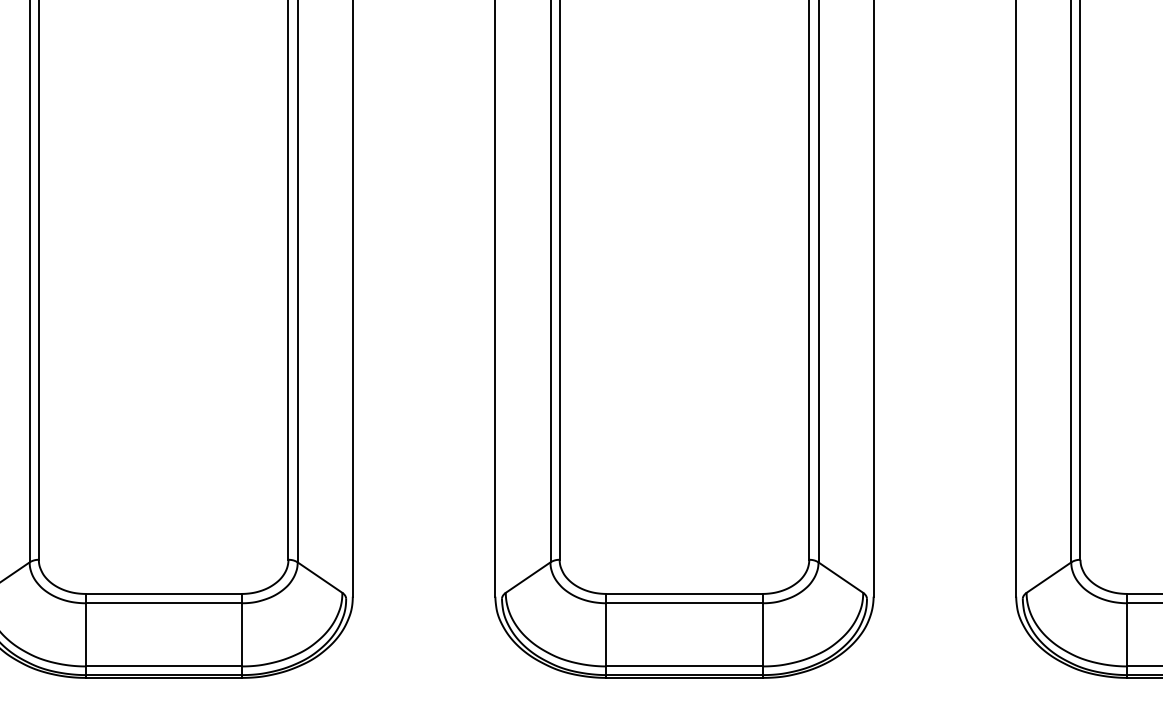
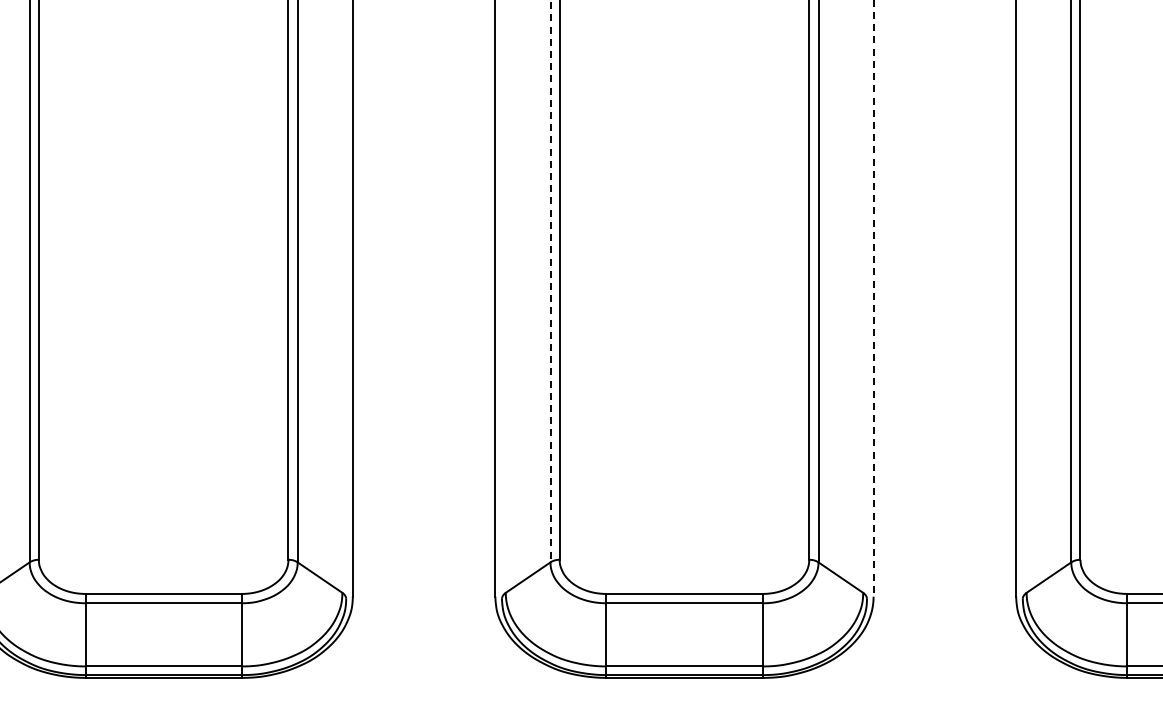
line at (550, 281): solid -> dashed
line at (873, 298): solid -> dashed
